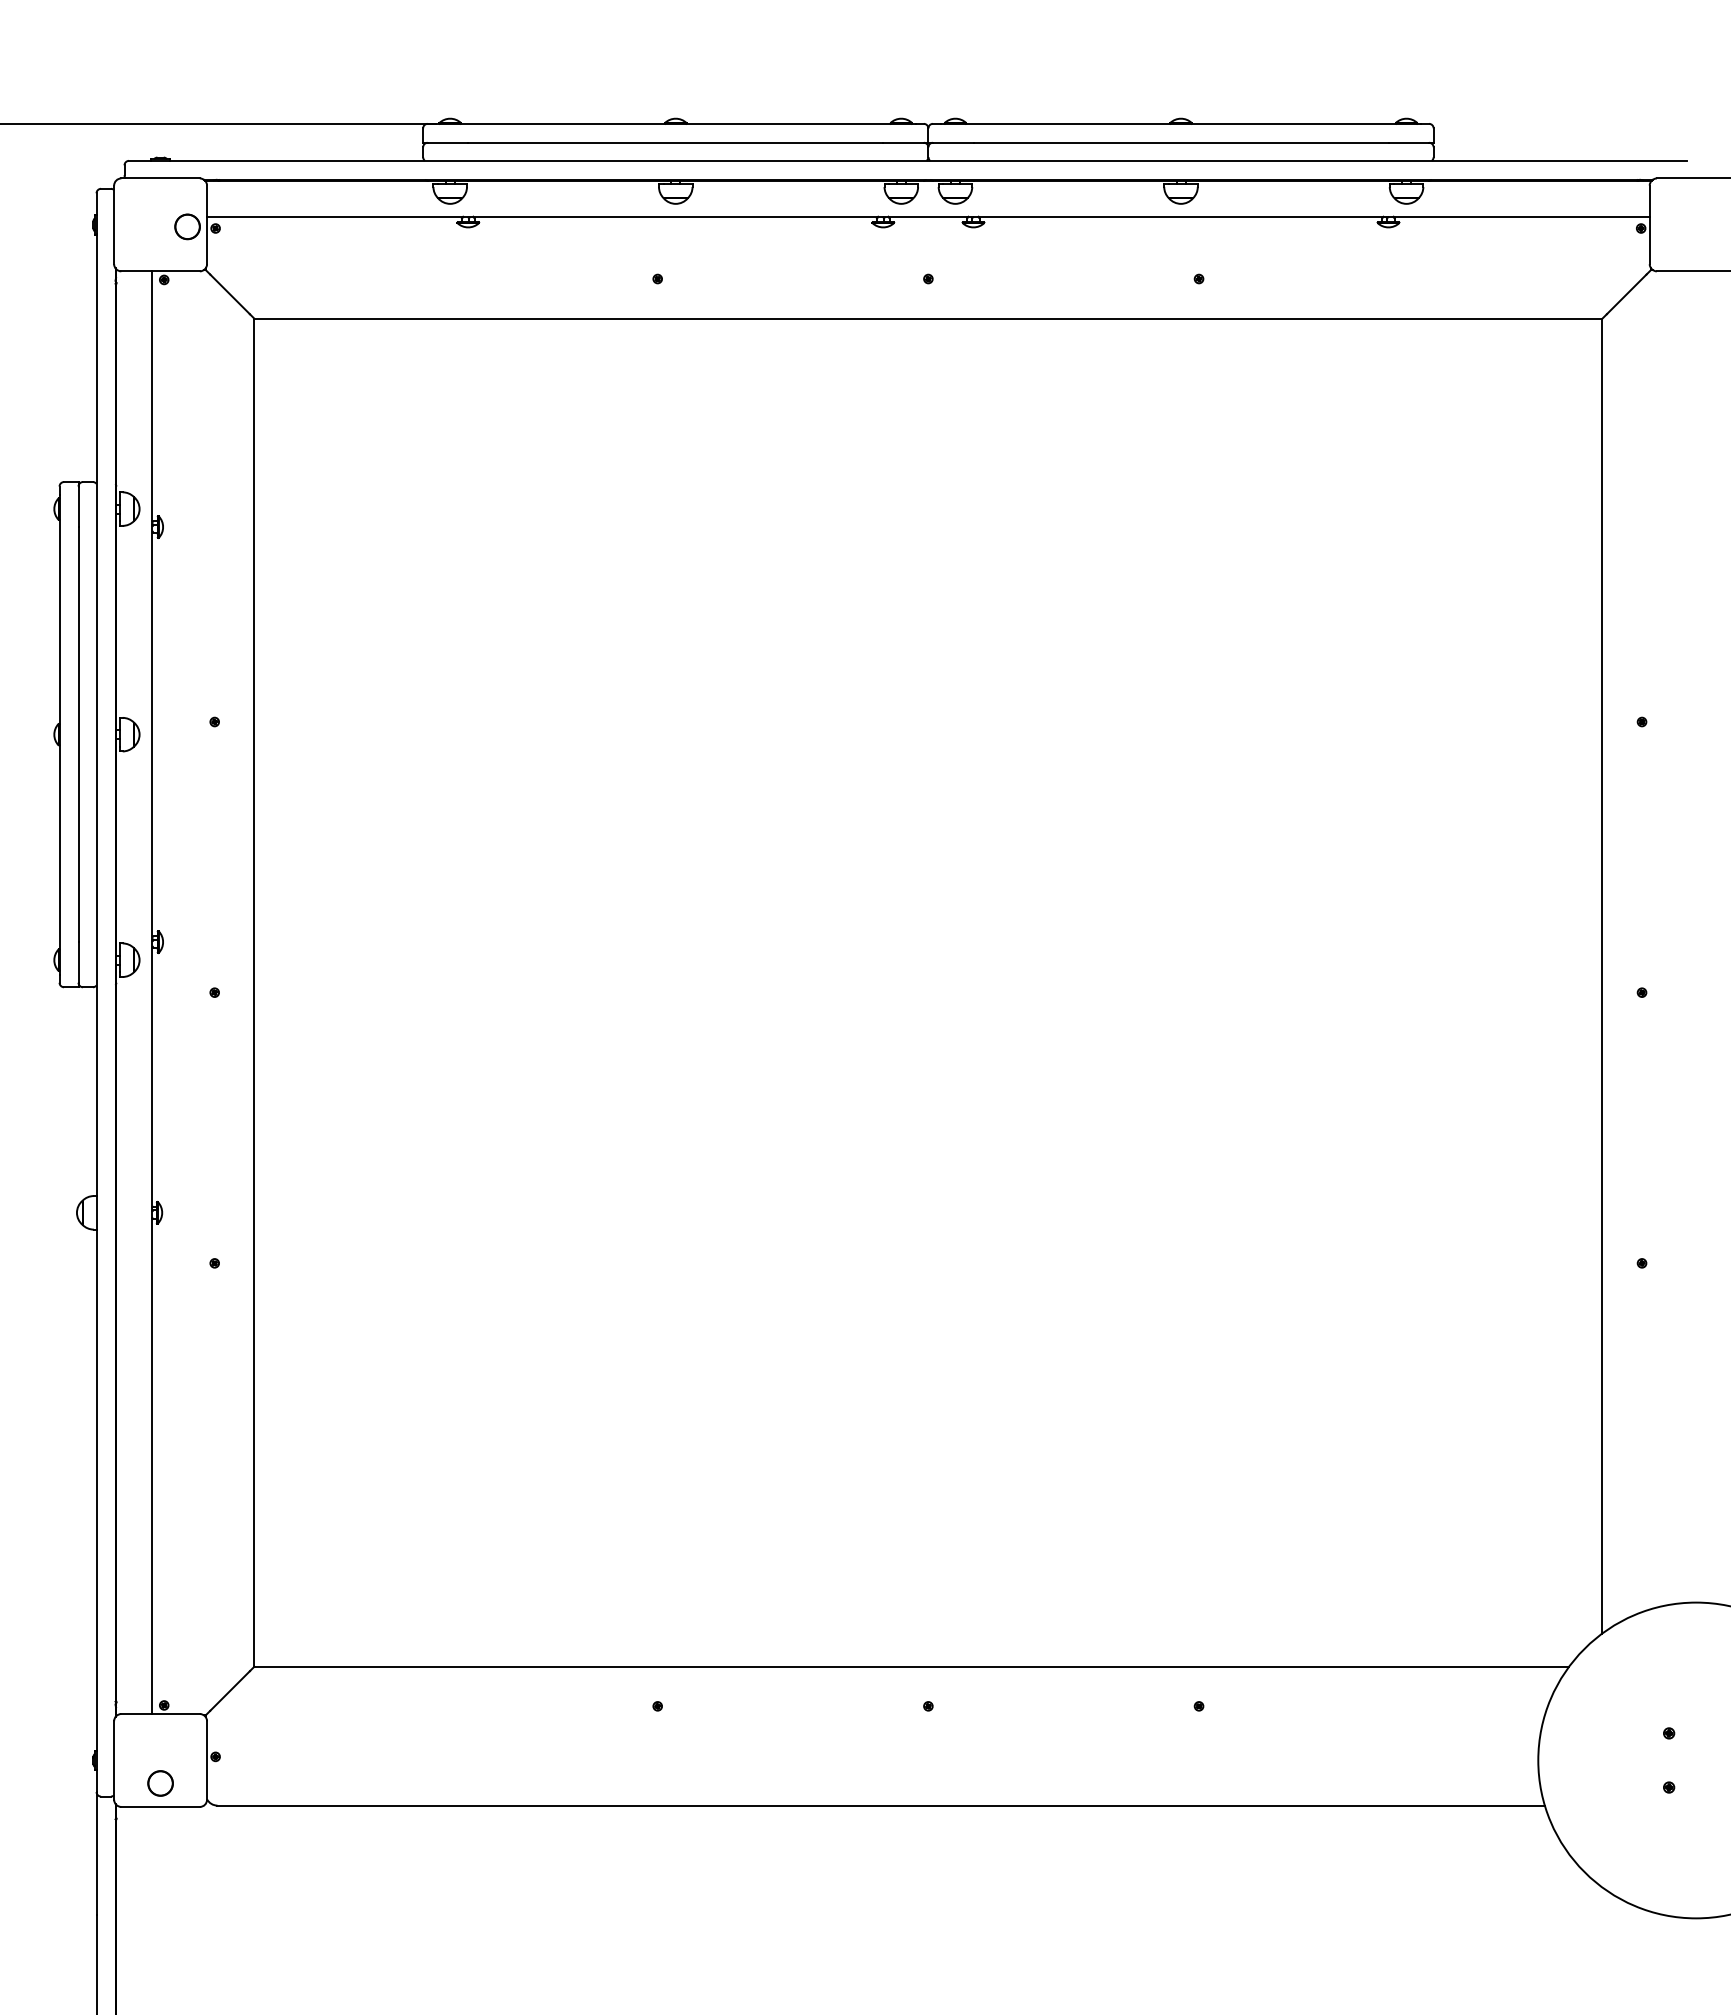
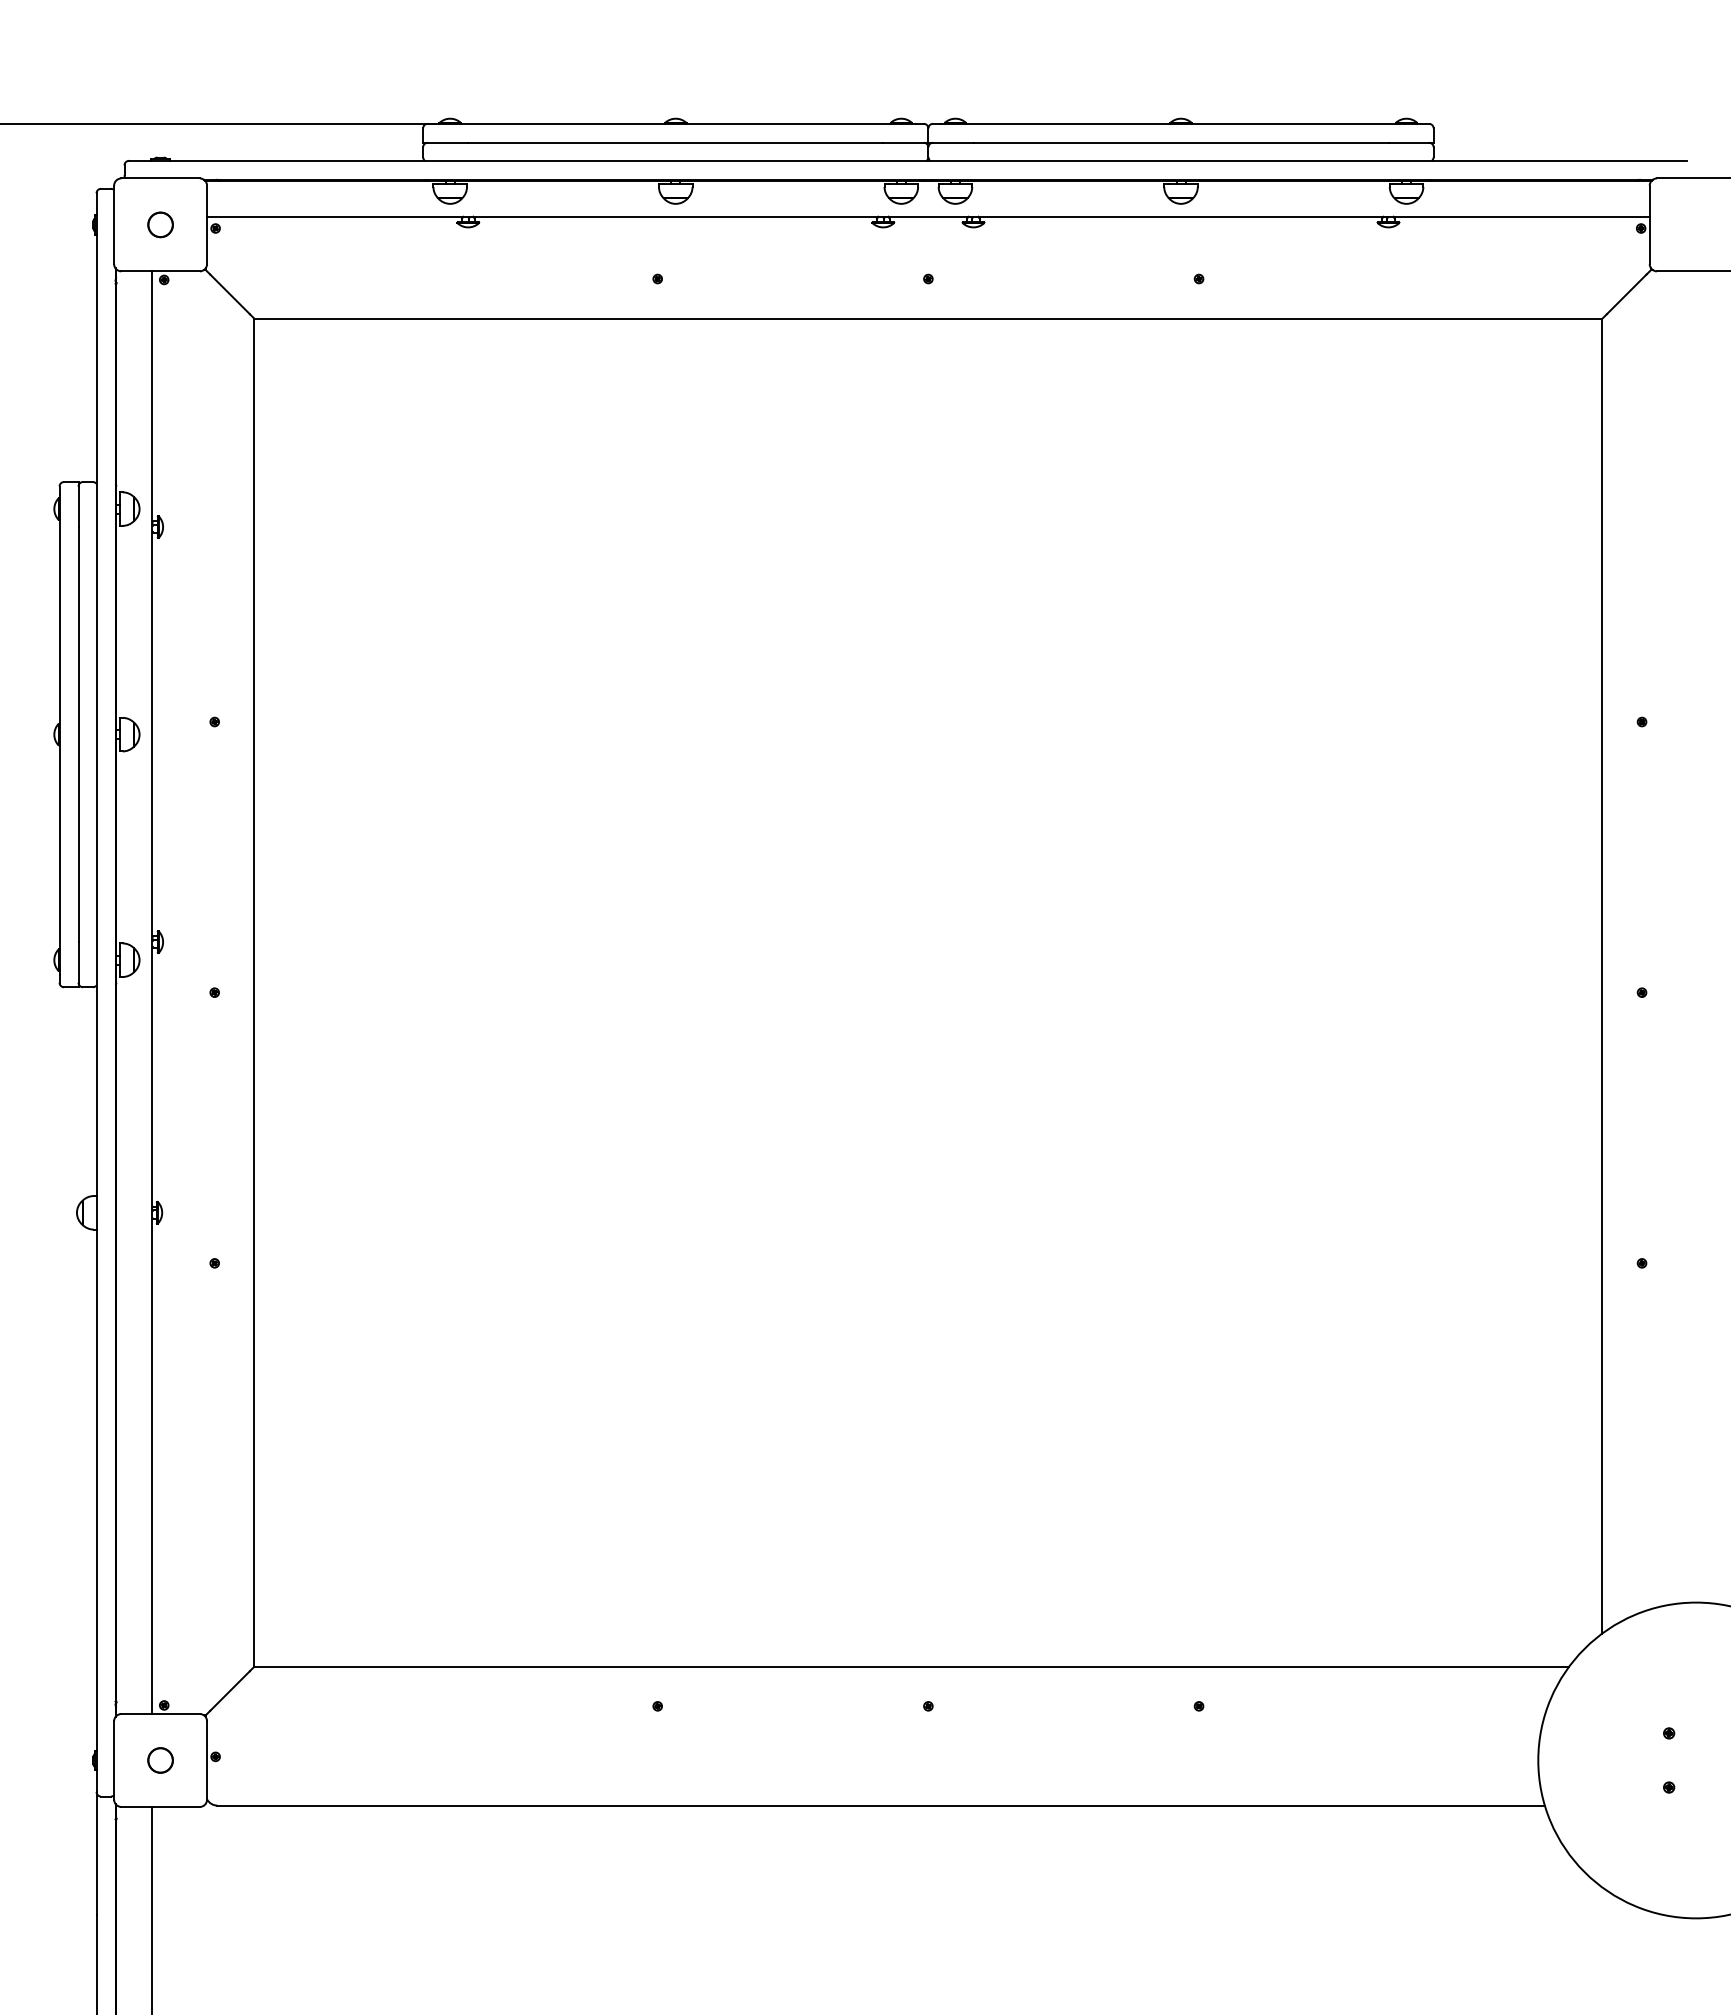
part at (187, 226) position: (187, 226) -> (160, 224)
circle at (160, 1783) position: (160, 1783) -> (160, 1760)
line at (152, 1908): none -> present
